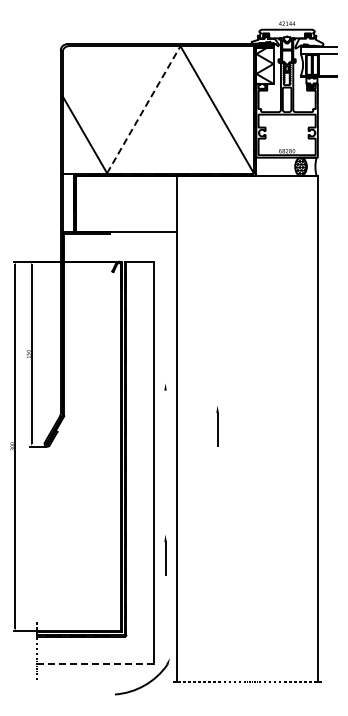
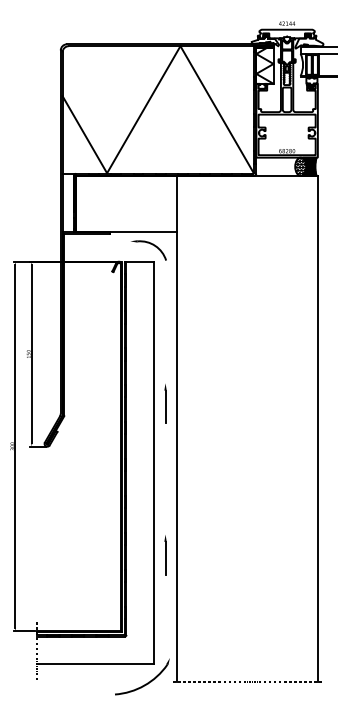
line at (144, 109): dashed -> solid
hatch at (309, 166): none -> present
part at (150, 244): none -> present
line at (165, 406): none -> present
line at (217, 426): present -> none
line at (94, 663): dashed -> solid
